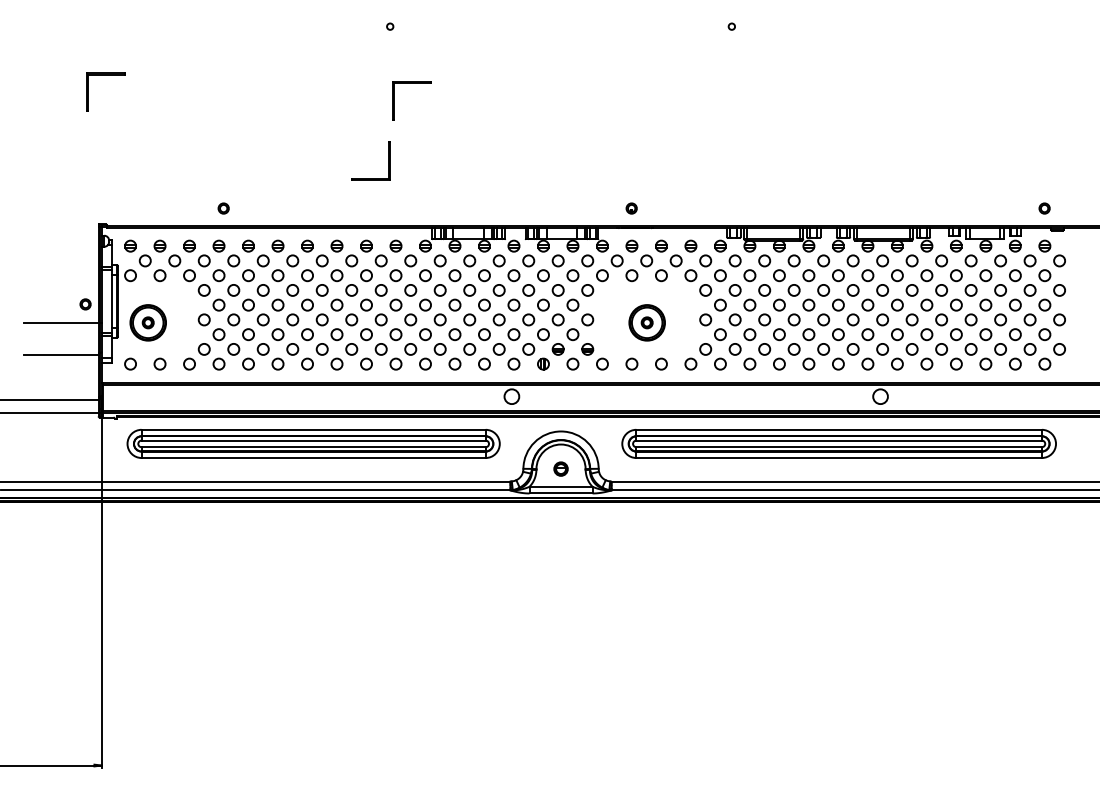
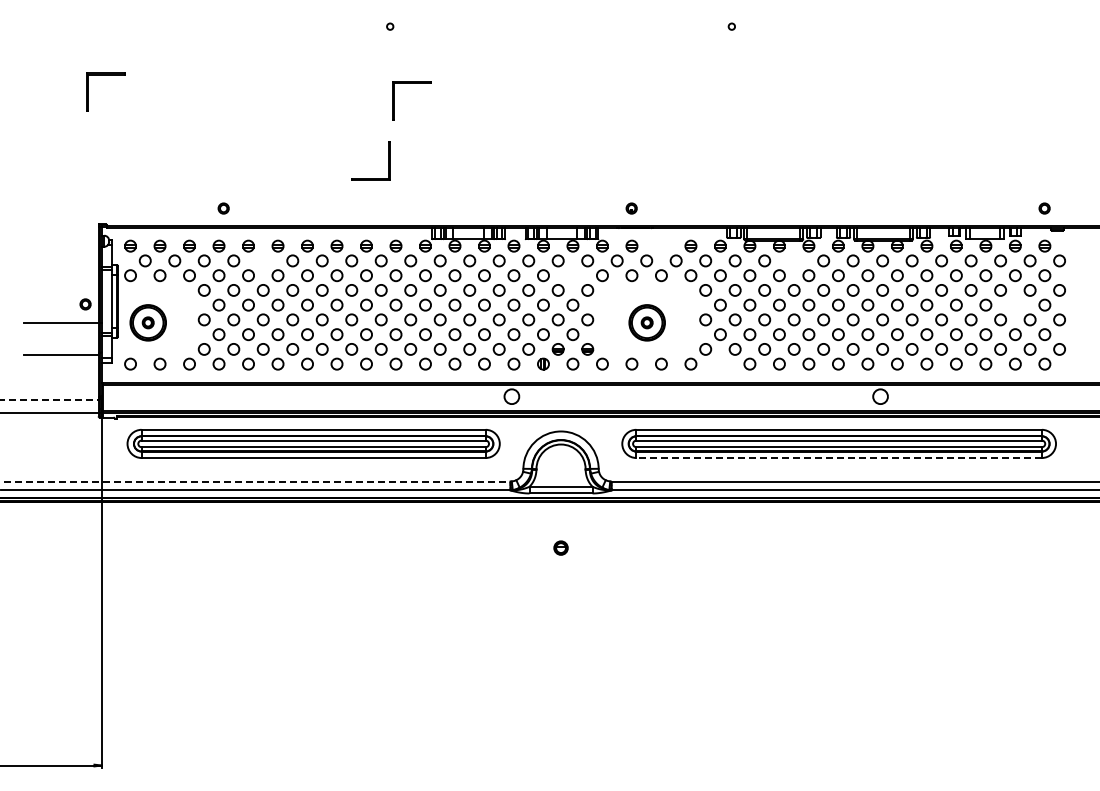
part at (661, 245): present -> none
circle at (262, 260): present -> none
circle at (793, 260): present -> none
circle at (572, 275): present -> none
circle at (1015, 304): present -> none
circle at (720, 363): present -> none
line at (50, 400): solid -> dashed
line at (839, 458): solid -> dashed
part at (560, 468) position: (560, 468) -> (560, 547)
line at (255, 481): solid -> dashed
